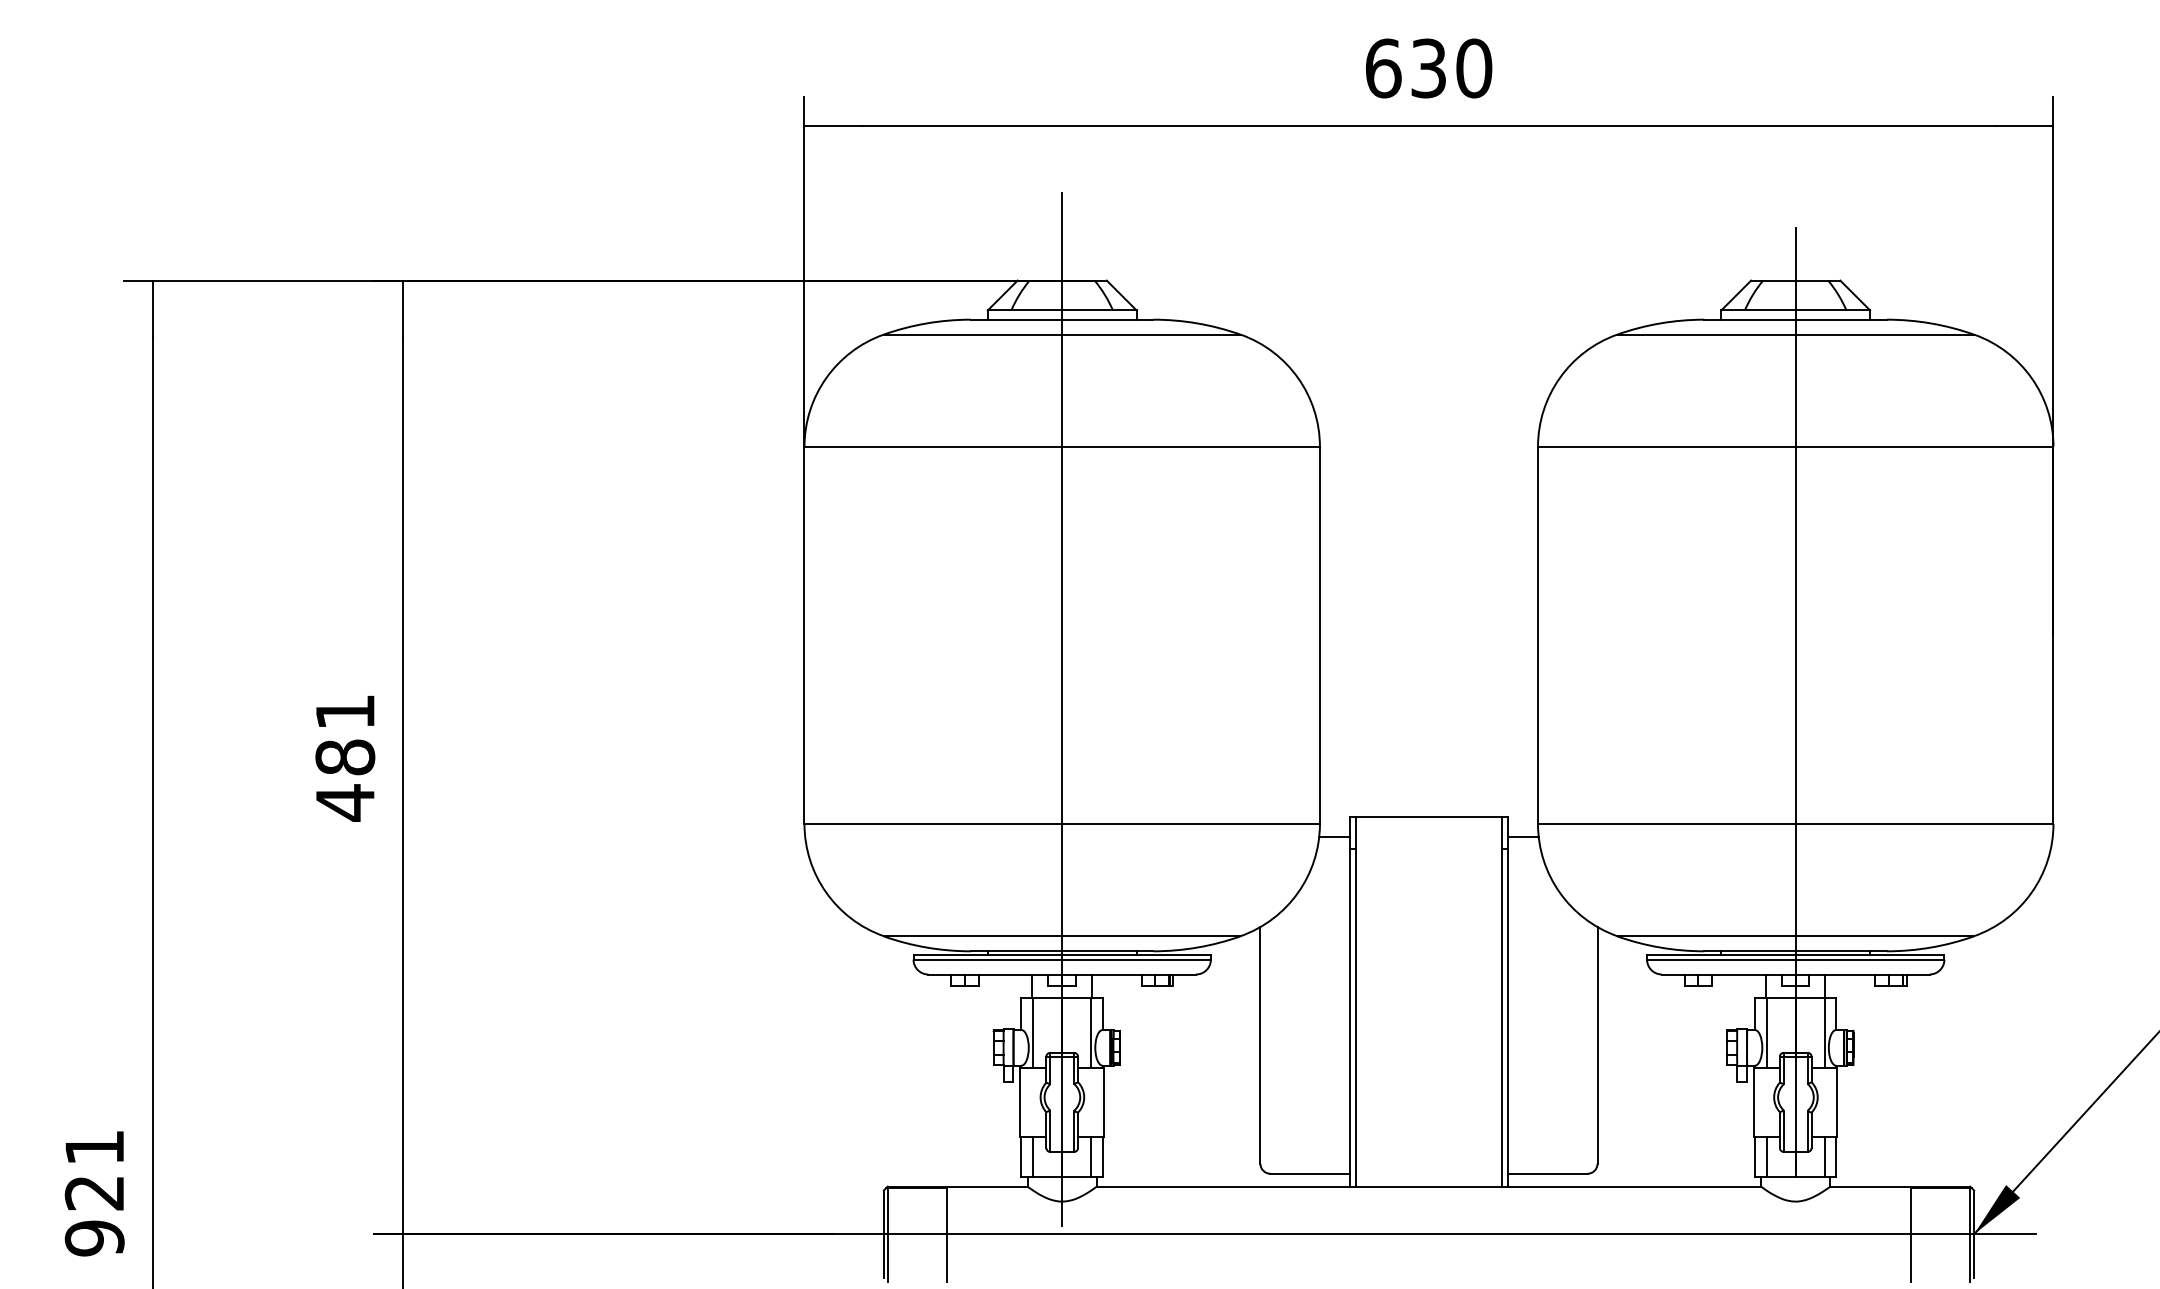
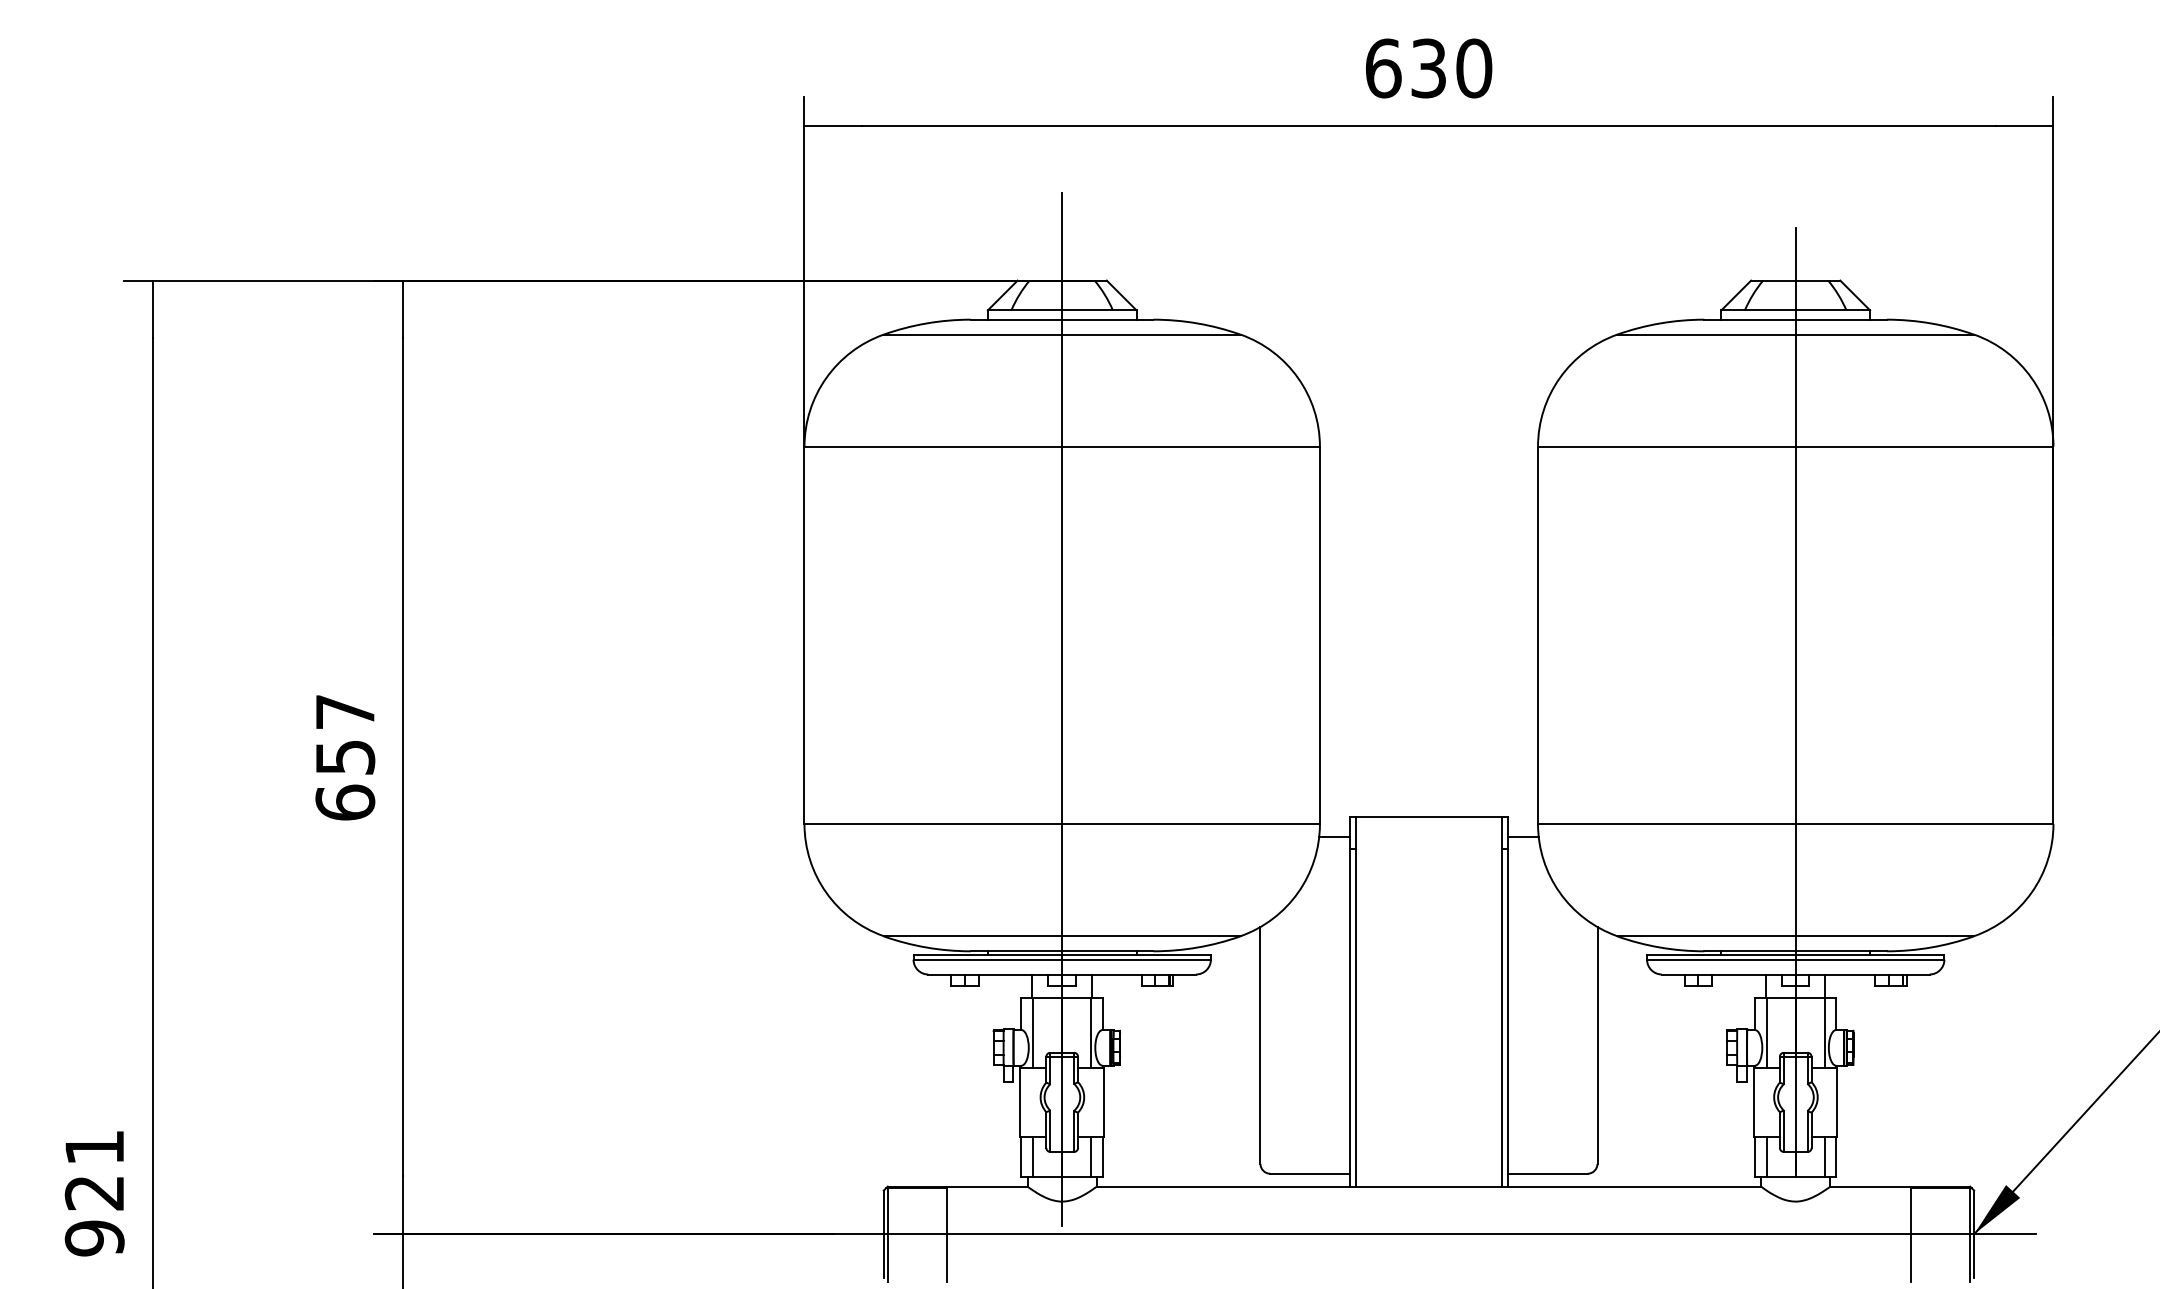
text at (345, 758): 481 -> 657
